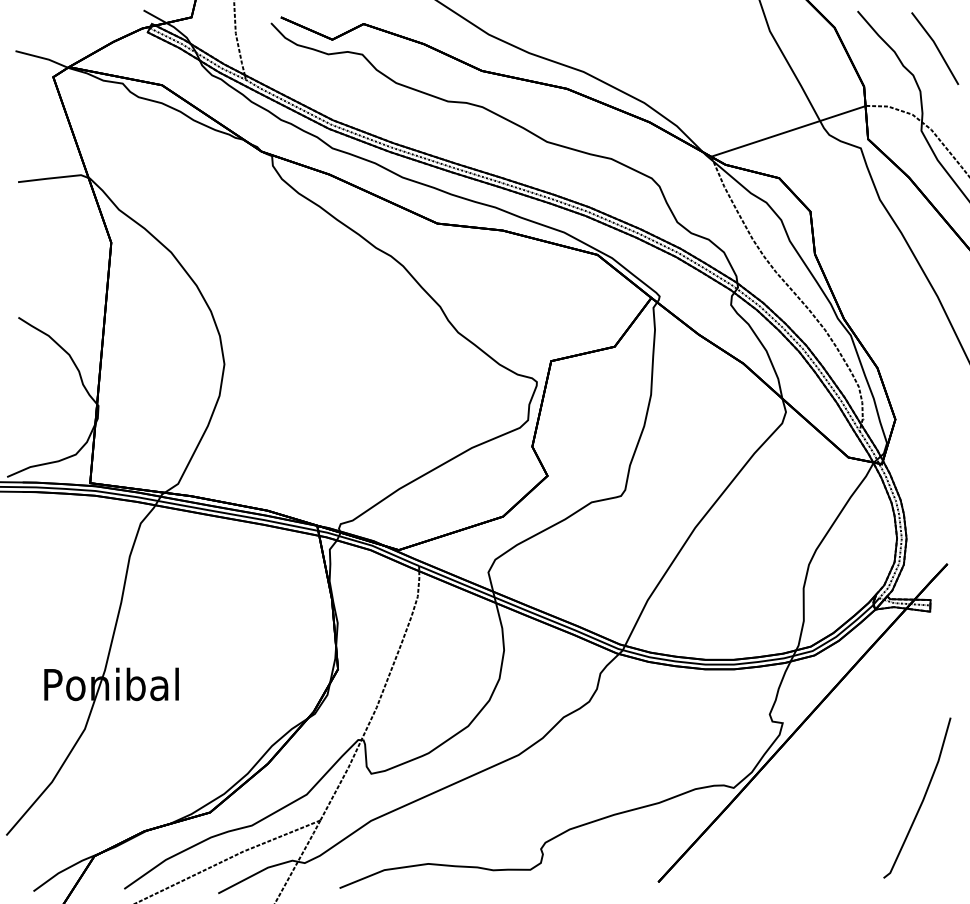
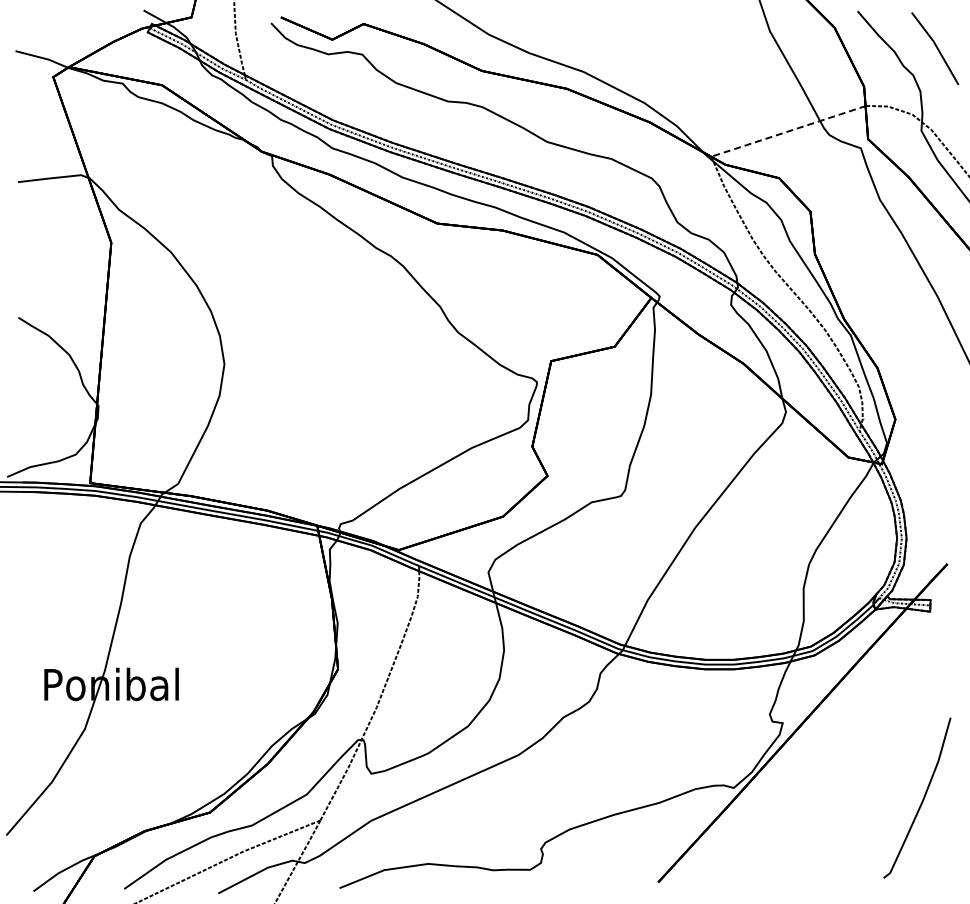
line at (788, 131): solid -> dashed
